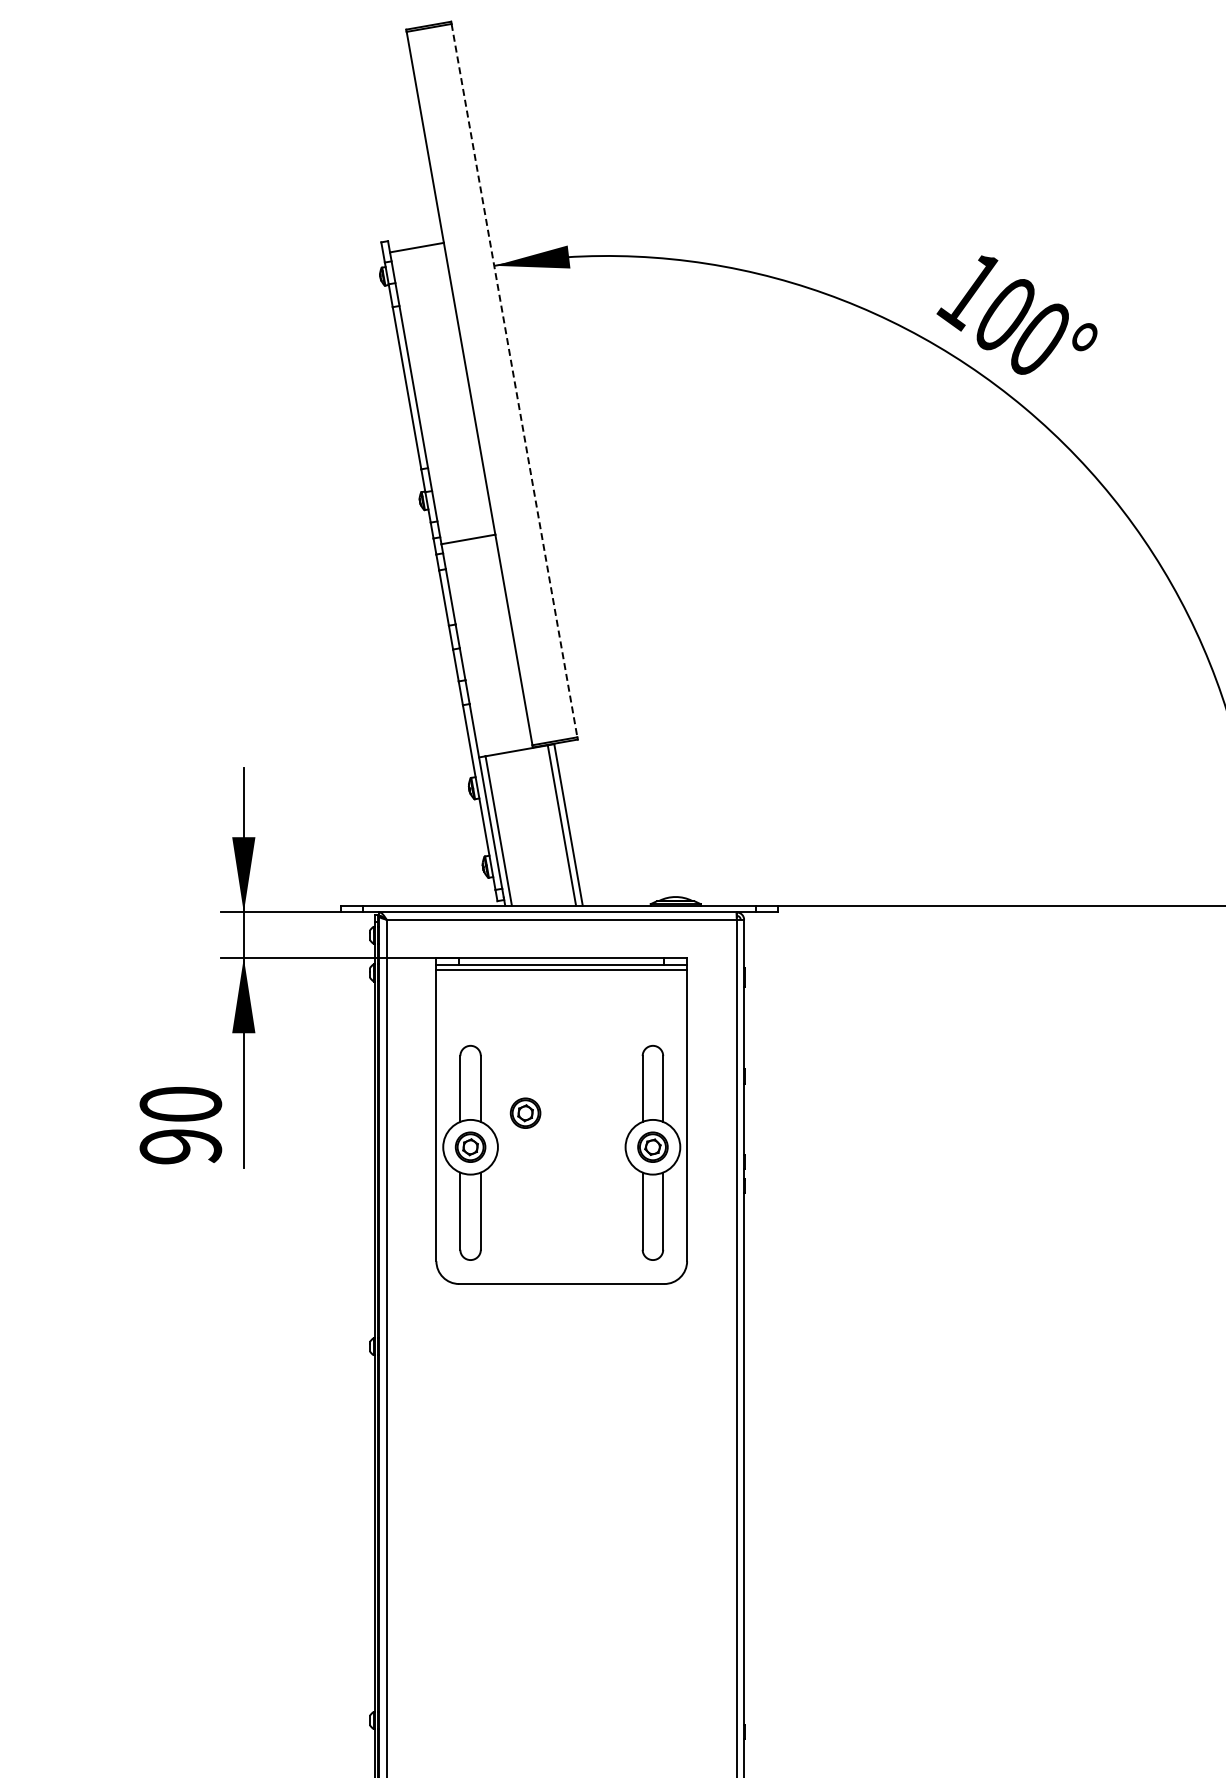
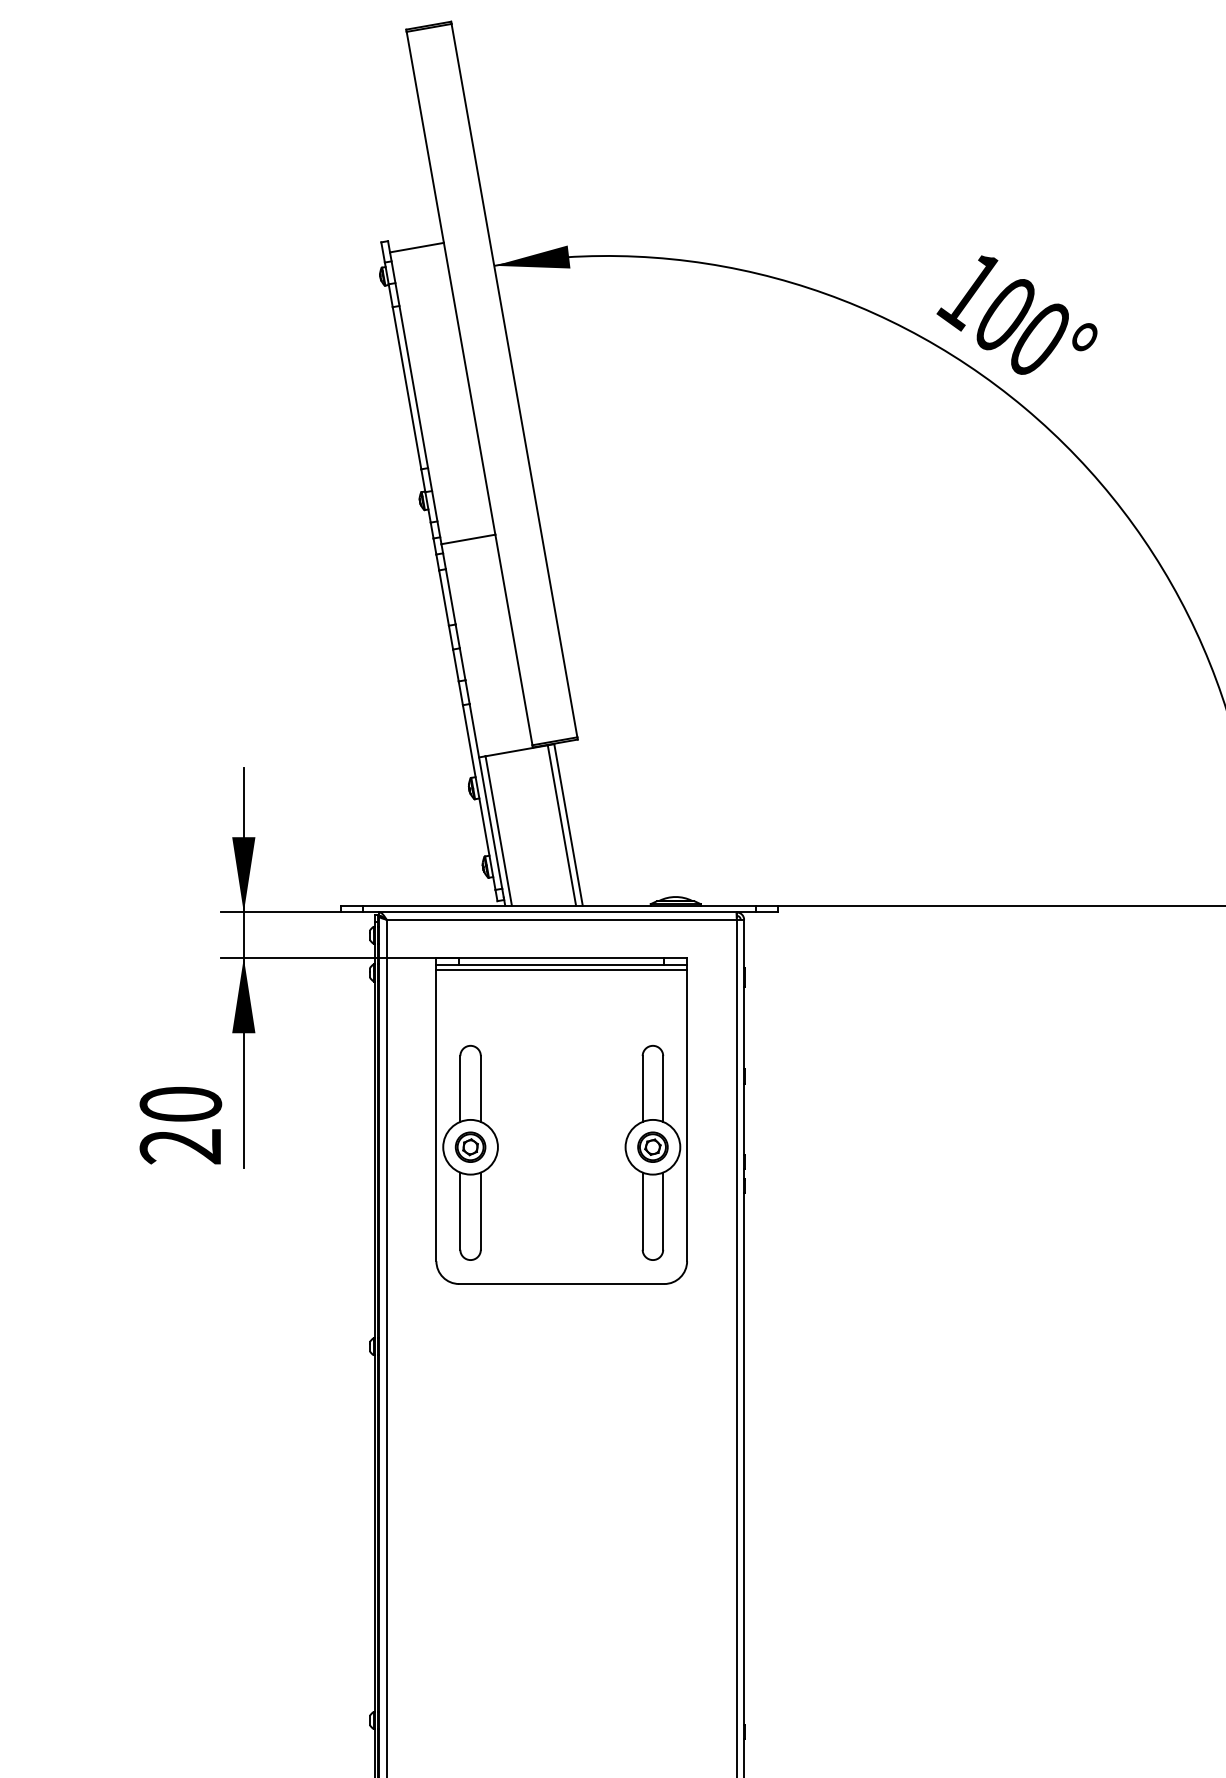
line at (514, 381): dashed -> solid
part at (525, 1112): present -> none
text at (181, 1146): 90 -> 20
